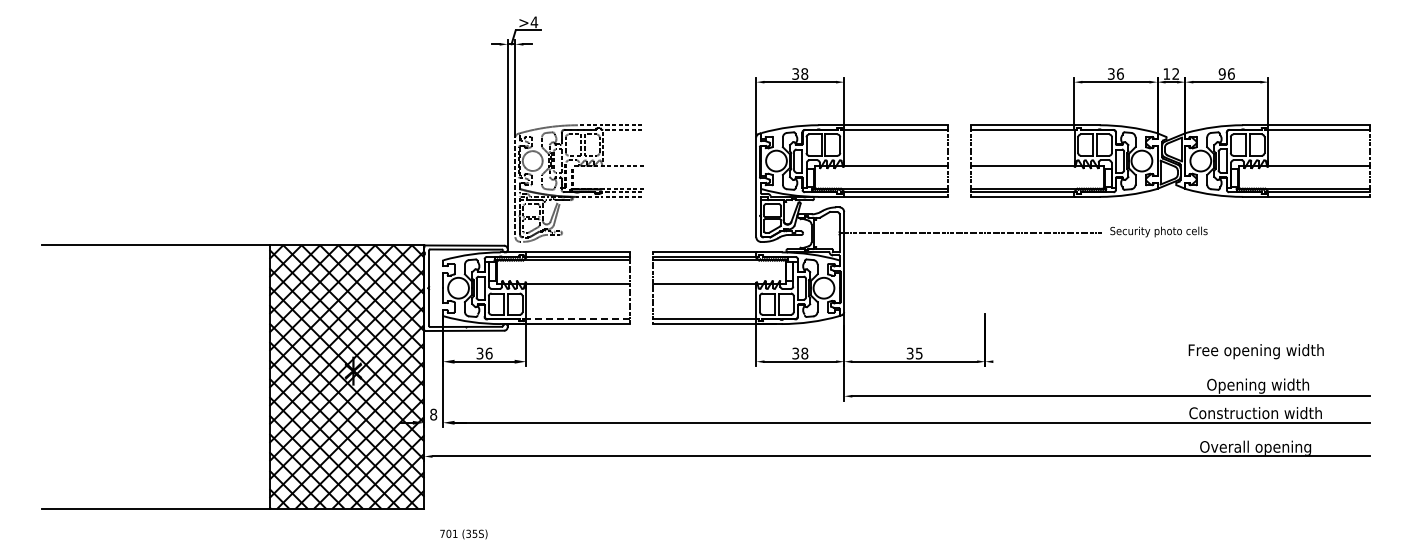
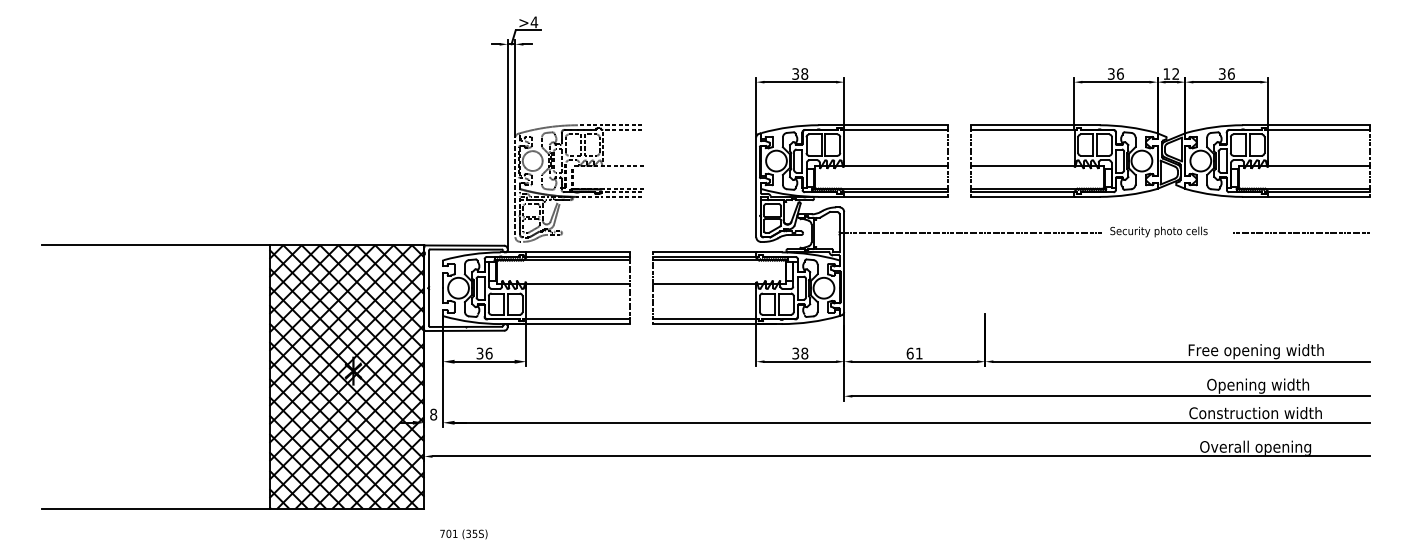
text at (1221, 73): 96 -> 36
line at (1302, 232): none -> present
line at (577, 319): dashed -> solid
text at (914, 353): 35 -> 61
line at (1181, 361): none -> present
